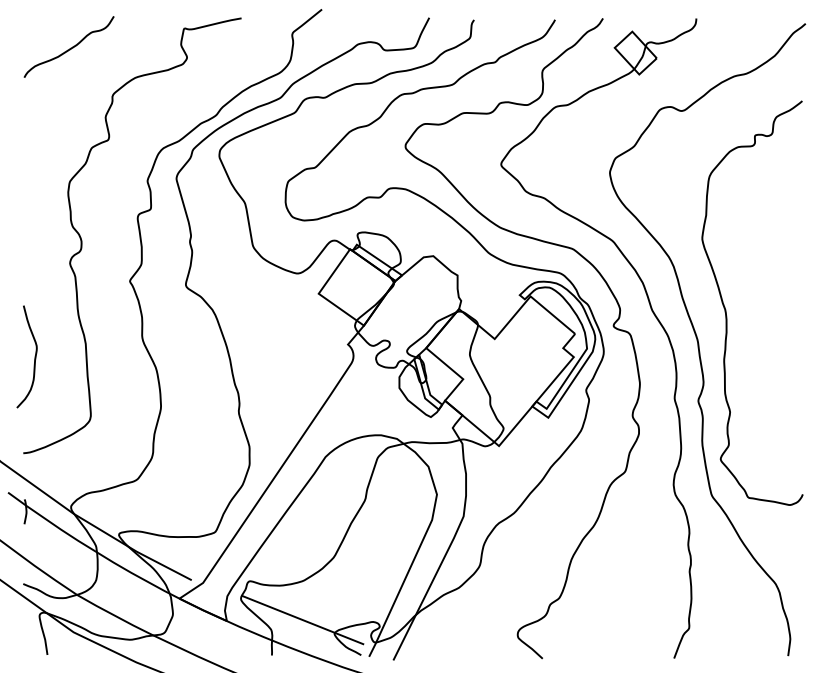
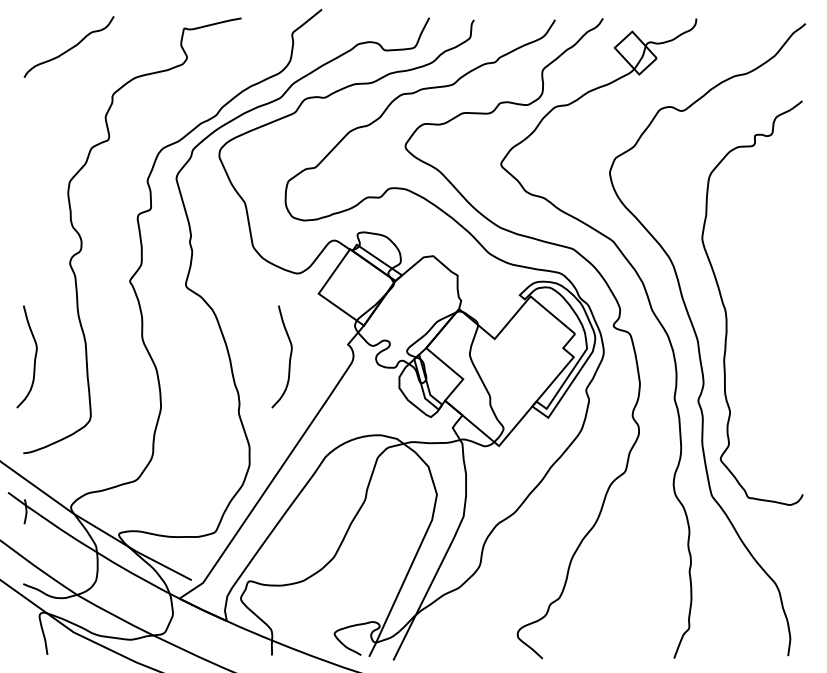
curve at (289, 356): none -> present
line at (302, 620): present -> none
